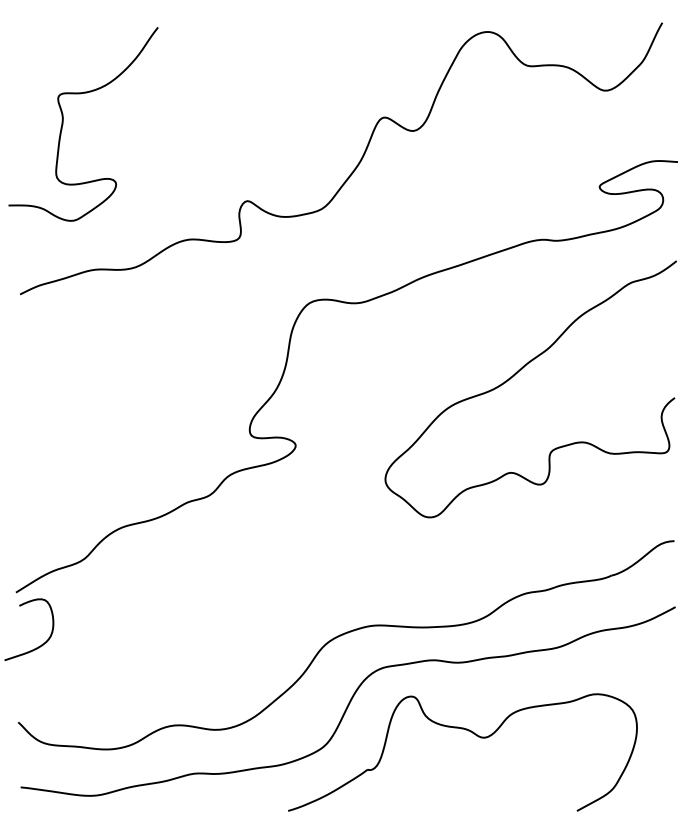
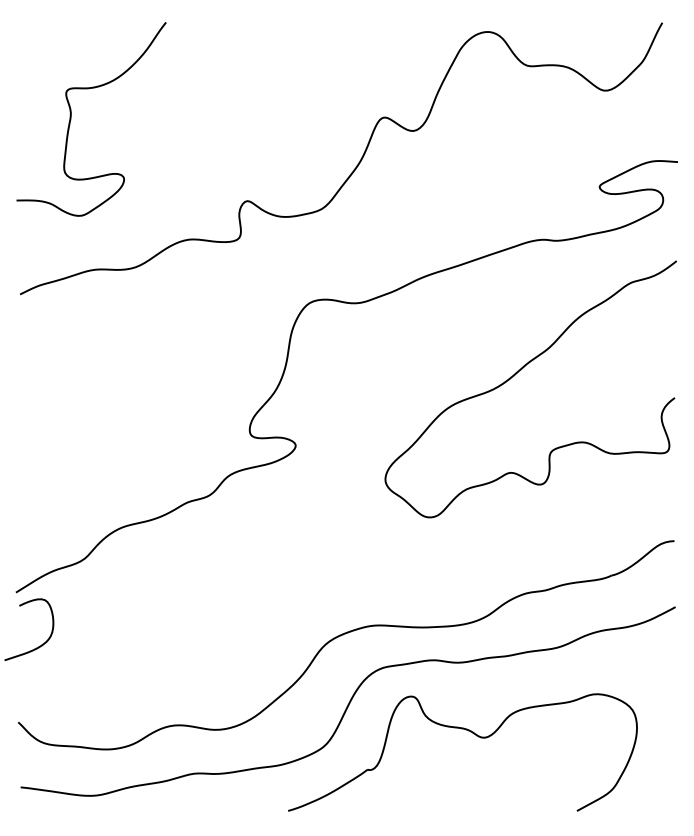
curve at (63, 124) position: (63, 124) -> (71, 119)
